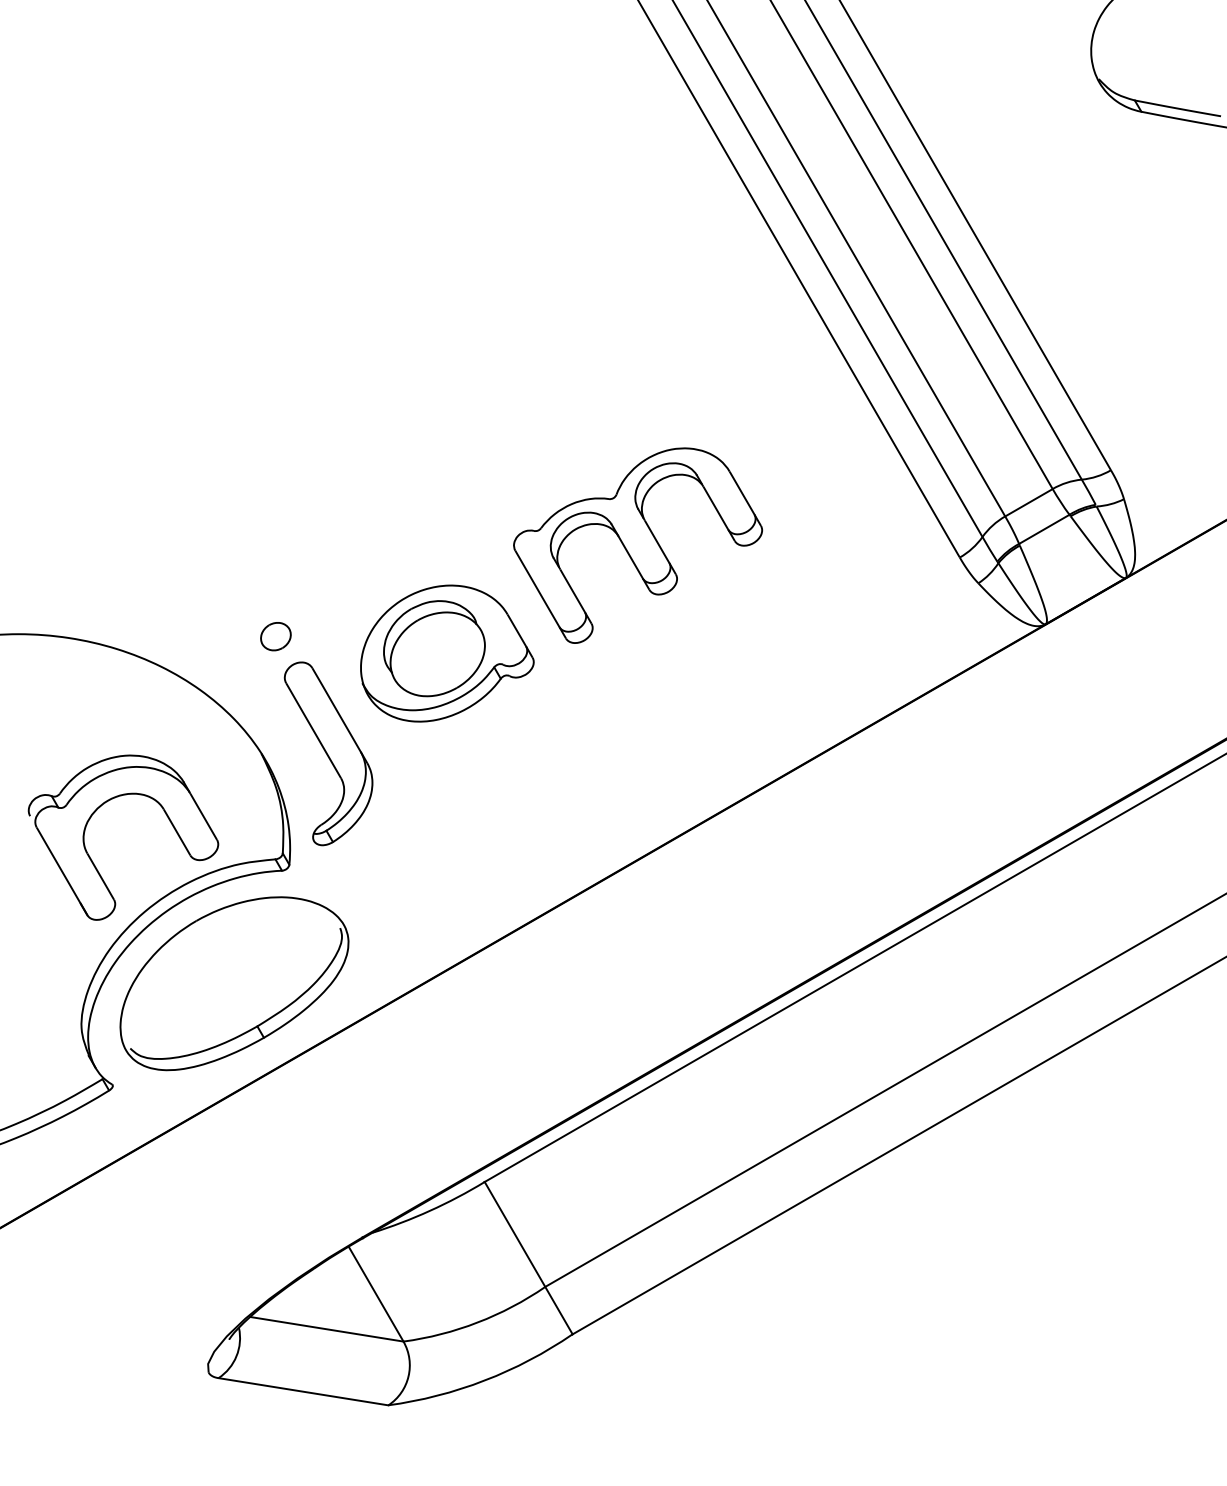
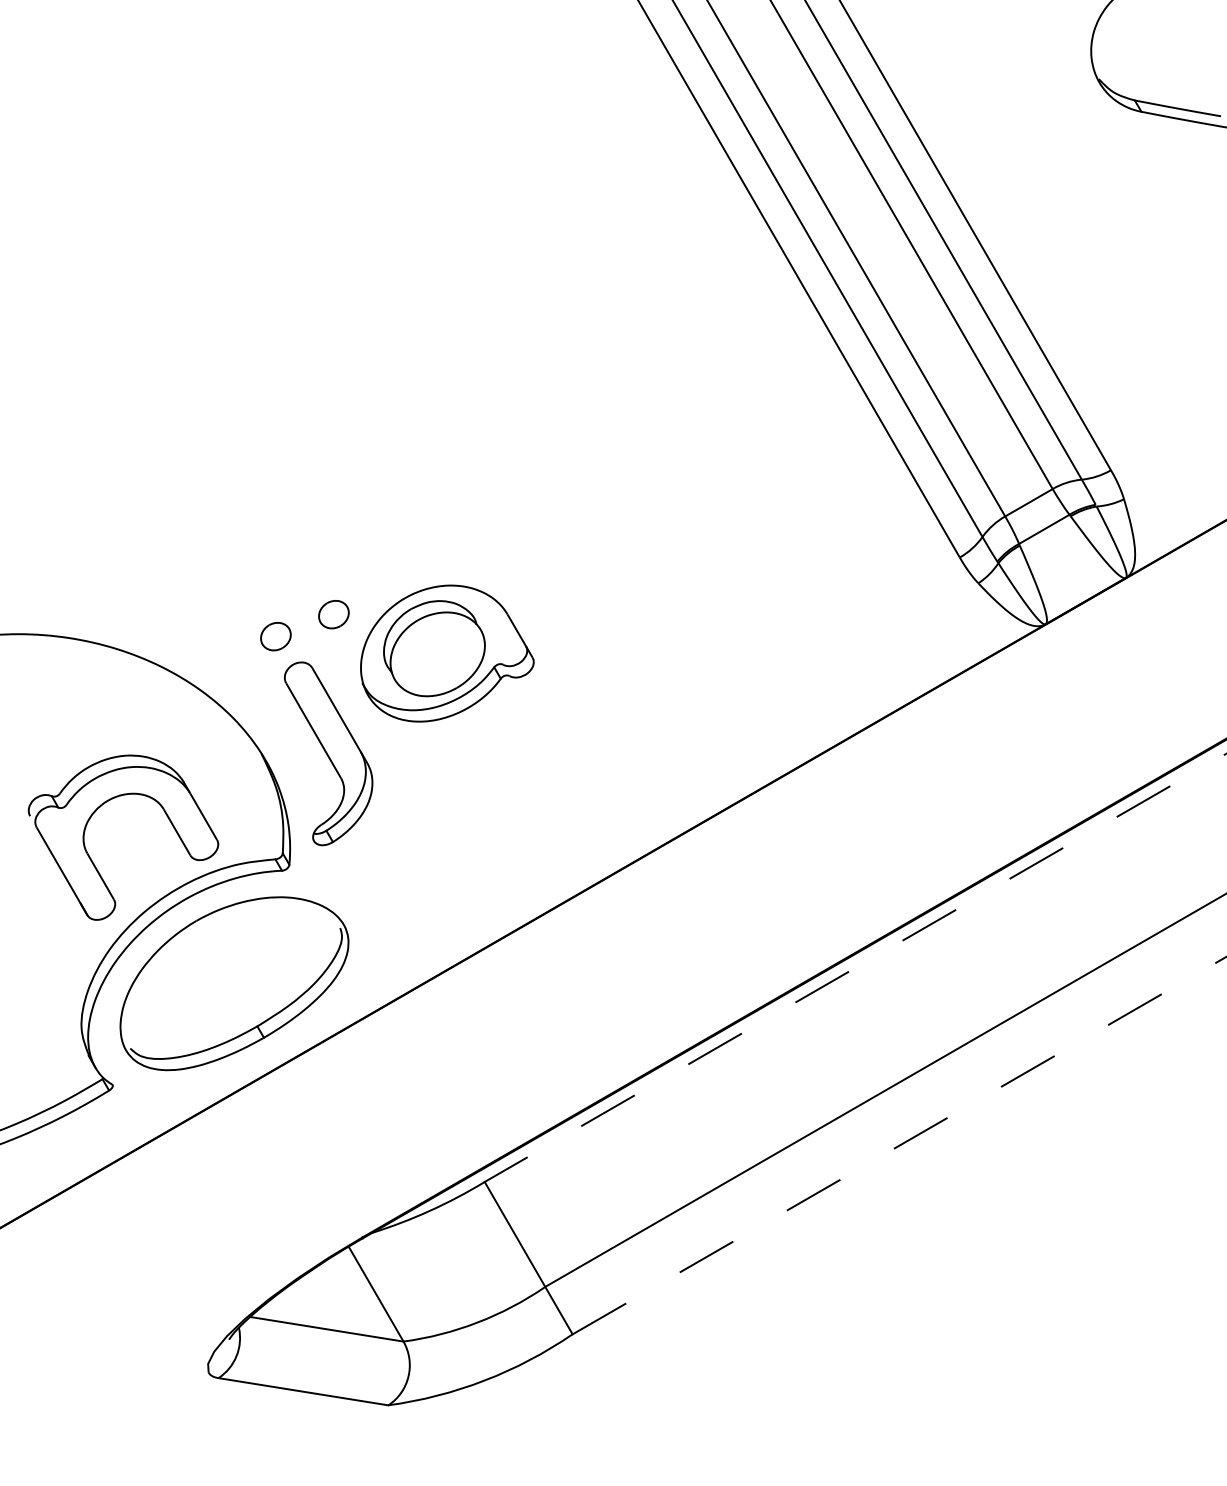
part at (638, 545): present -> none
part at (333, 614): none -> present
line at (855, 968): solid -> dashed
line at (899, 1145): solid -> dashed
